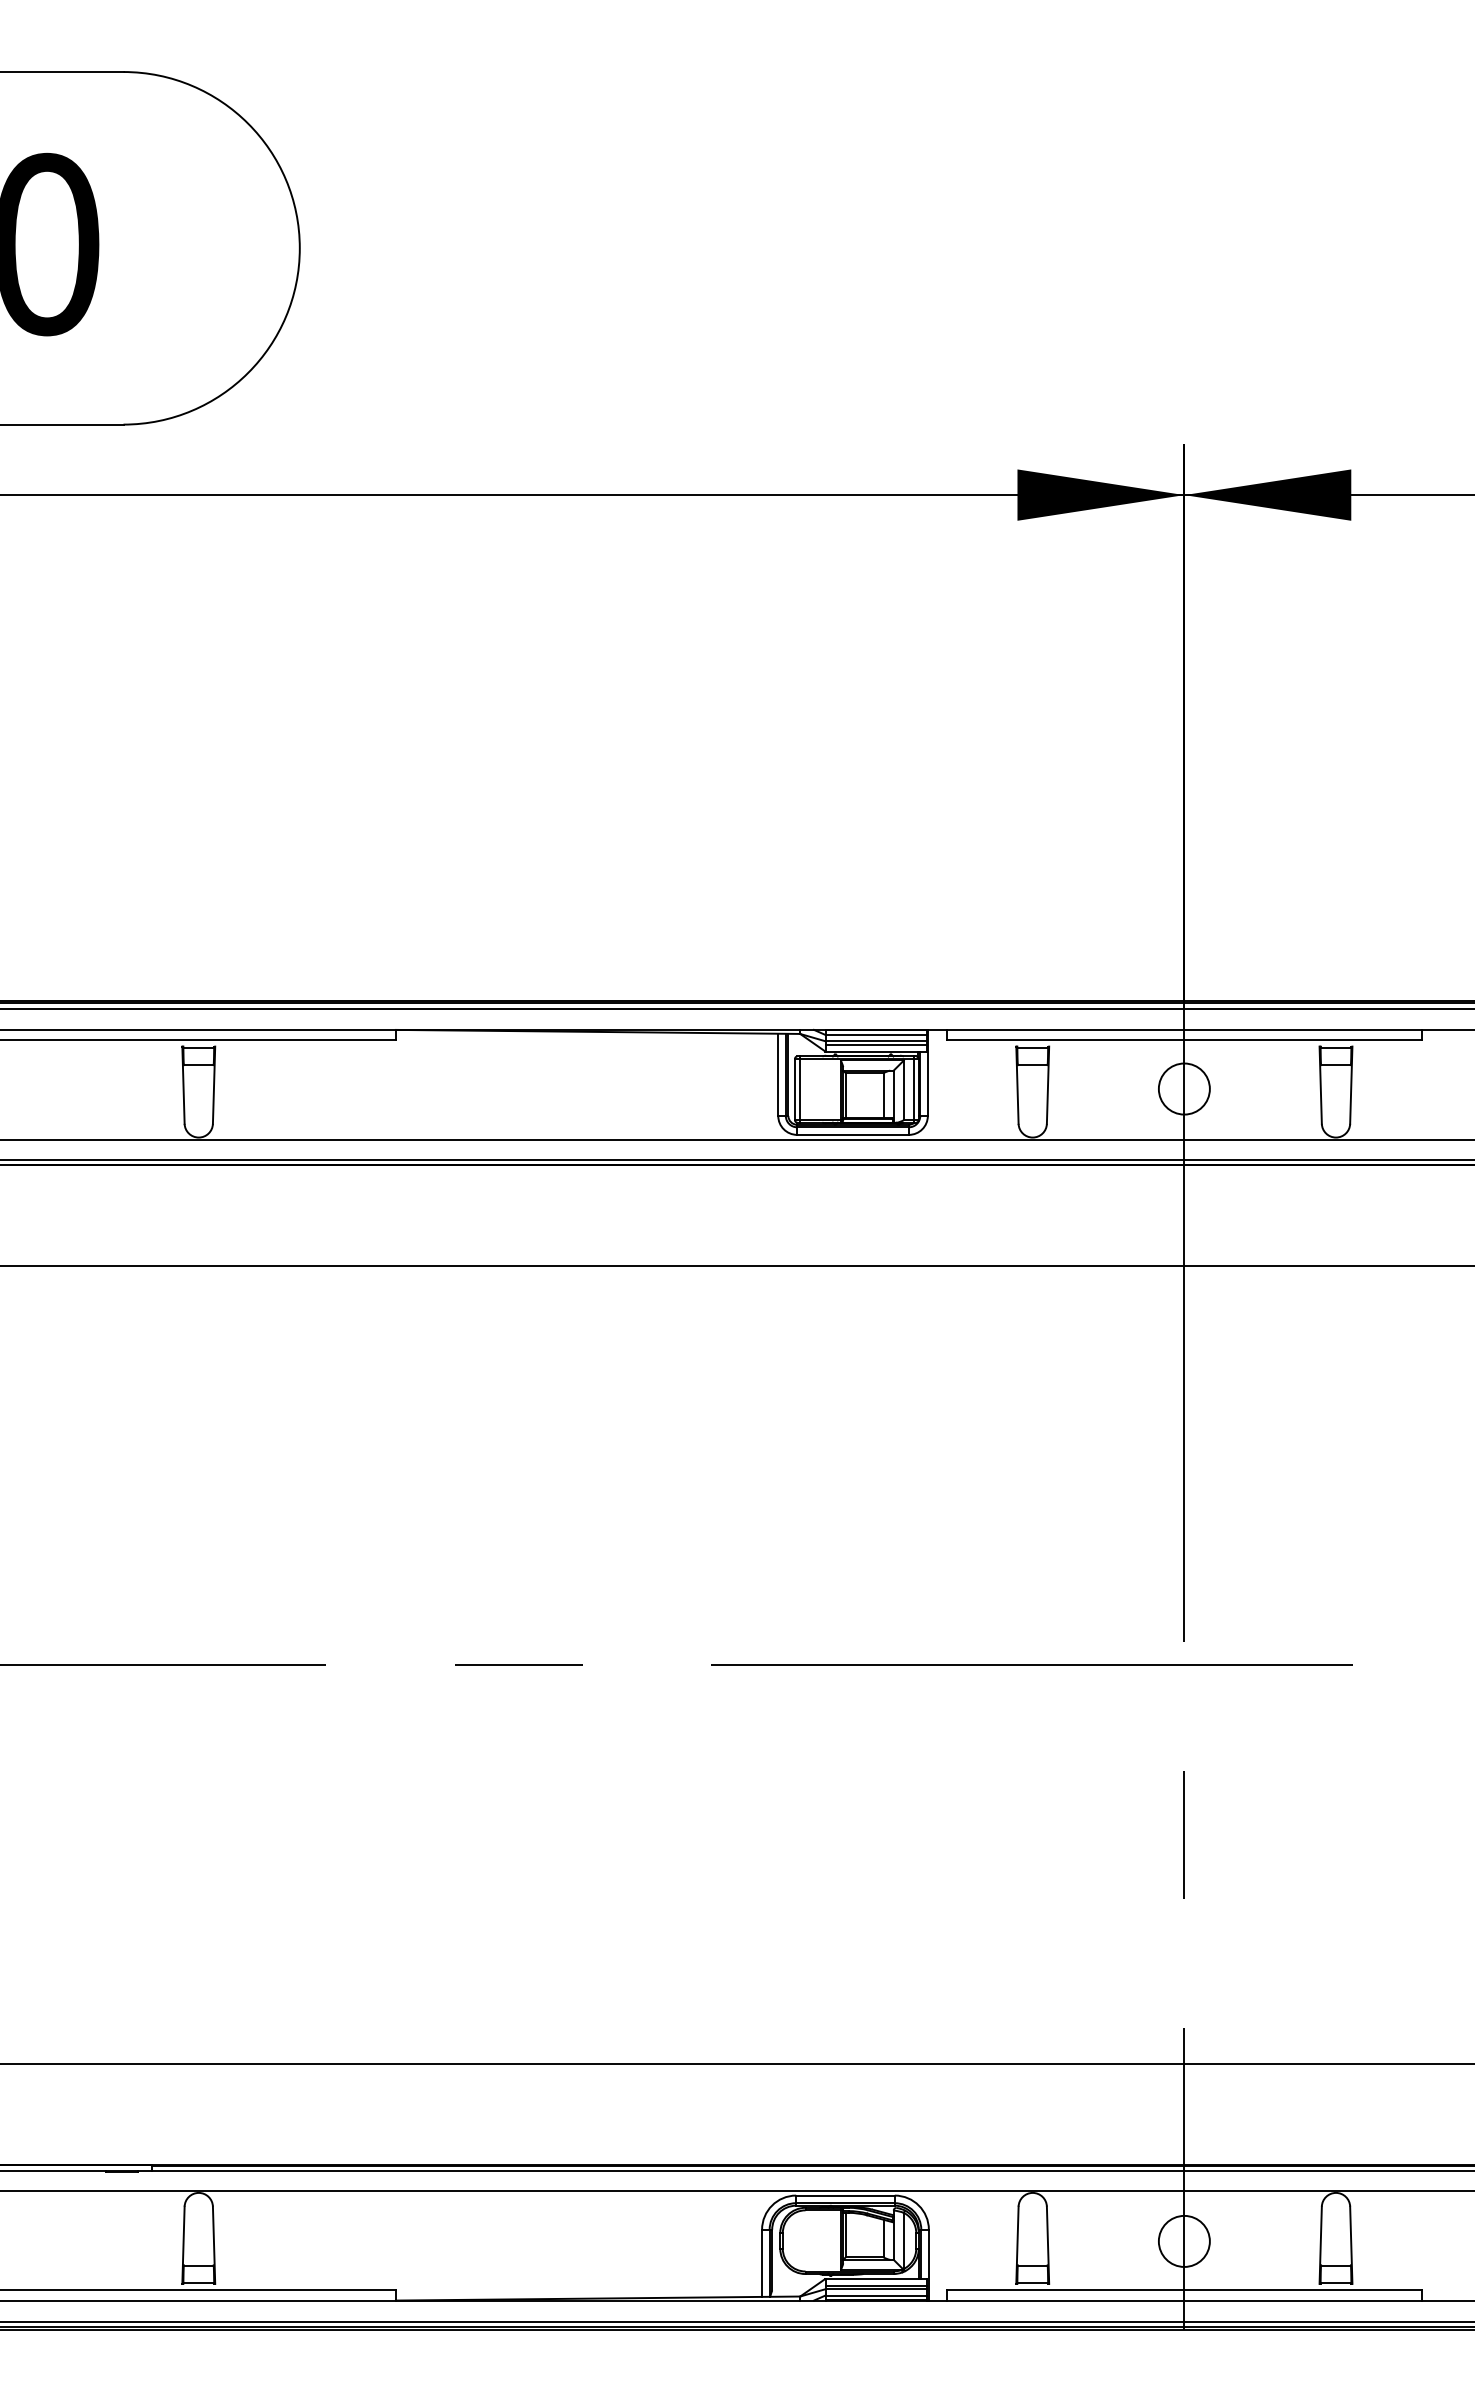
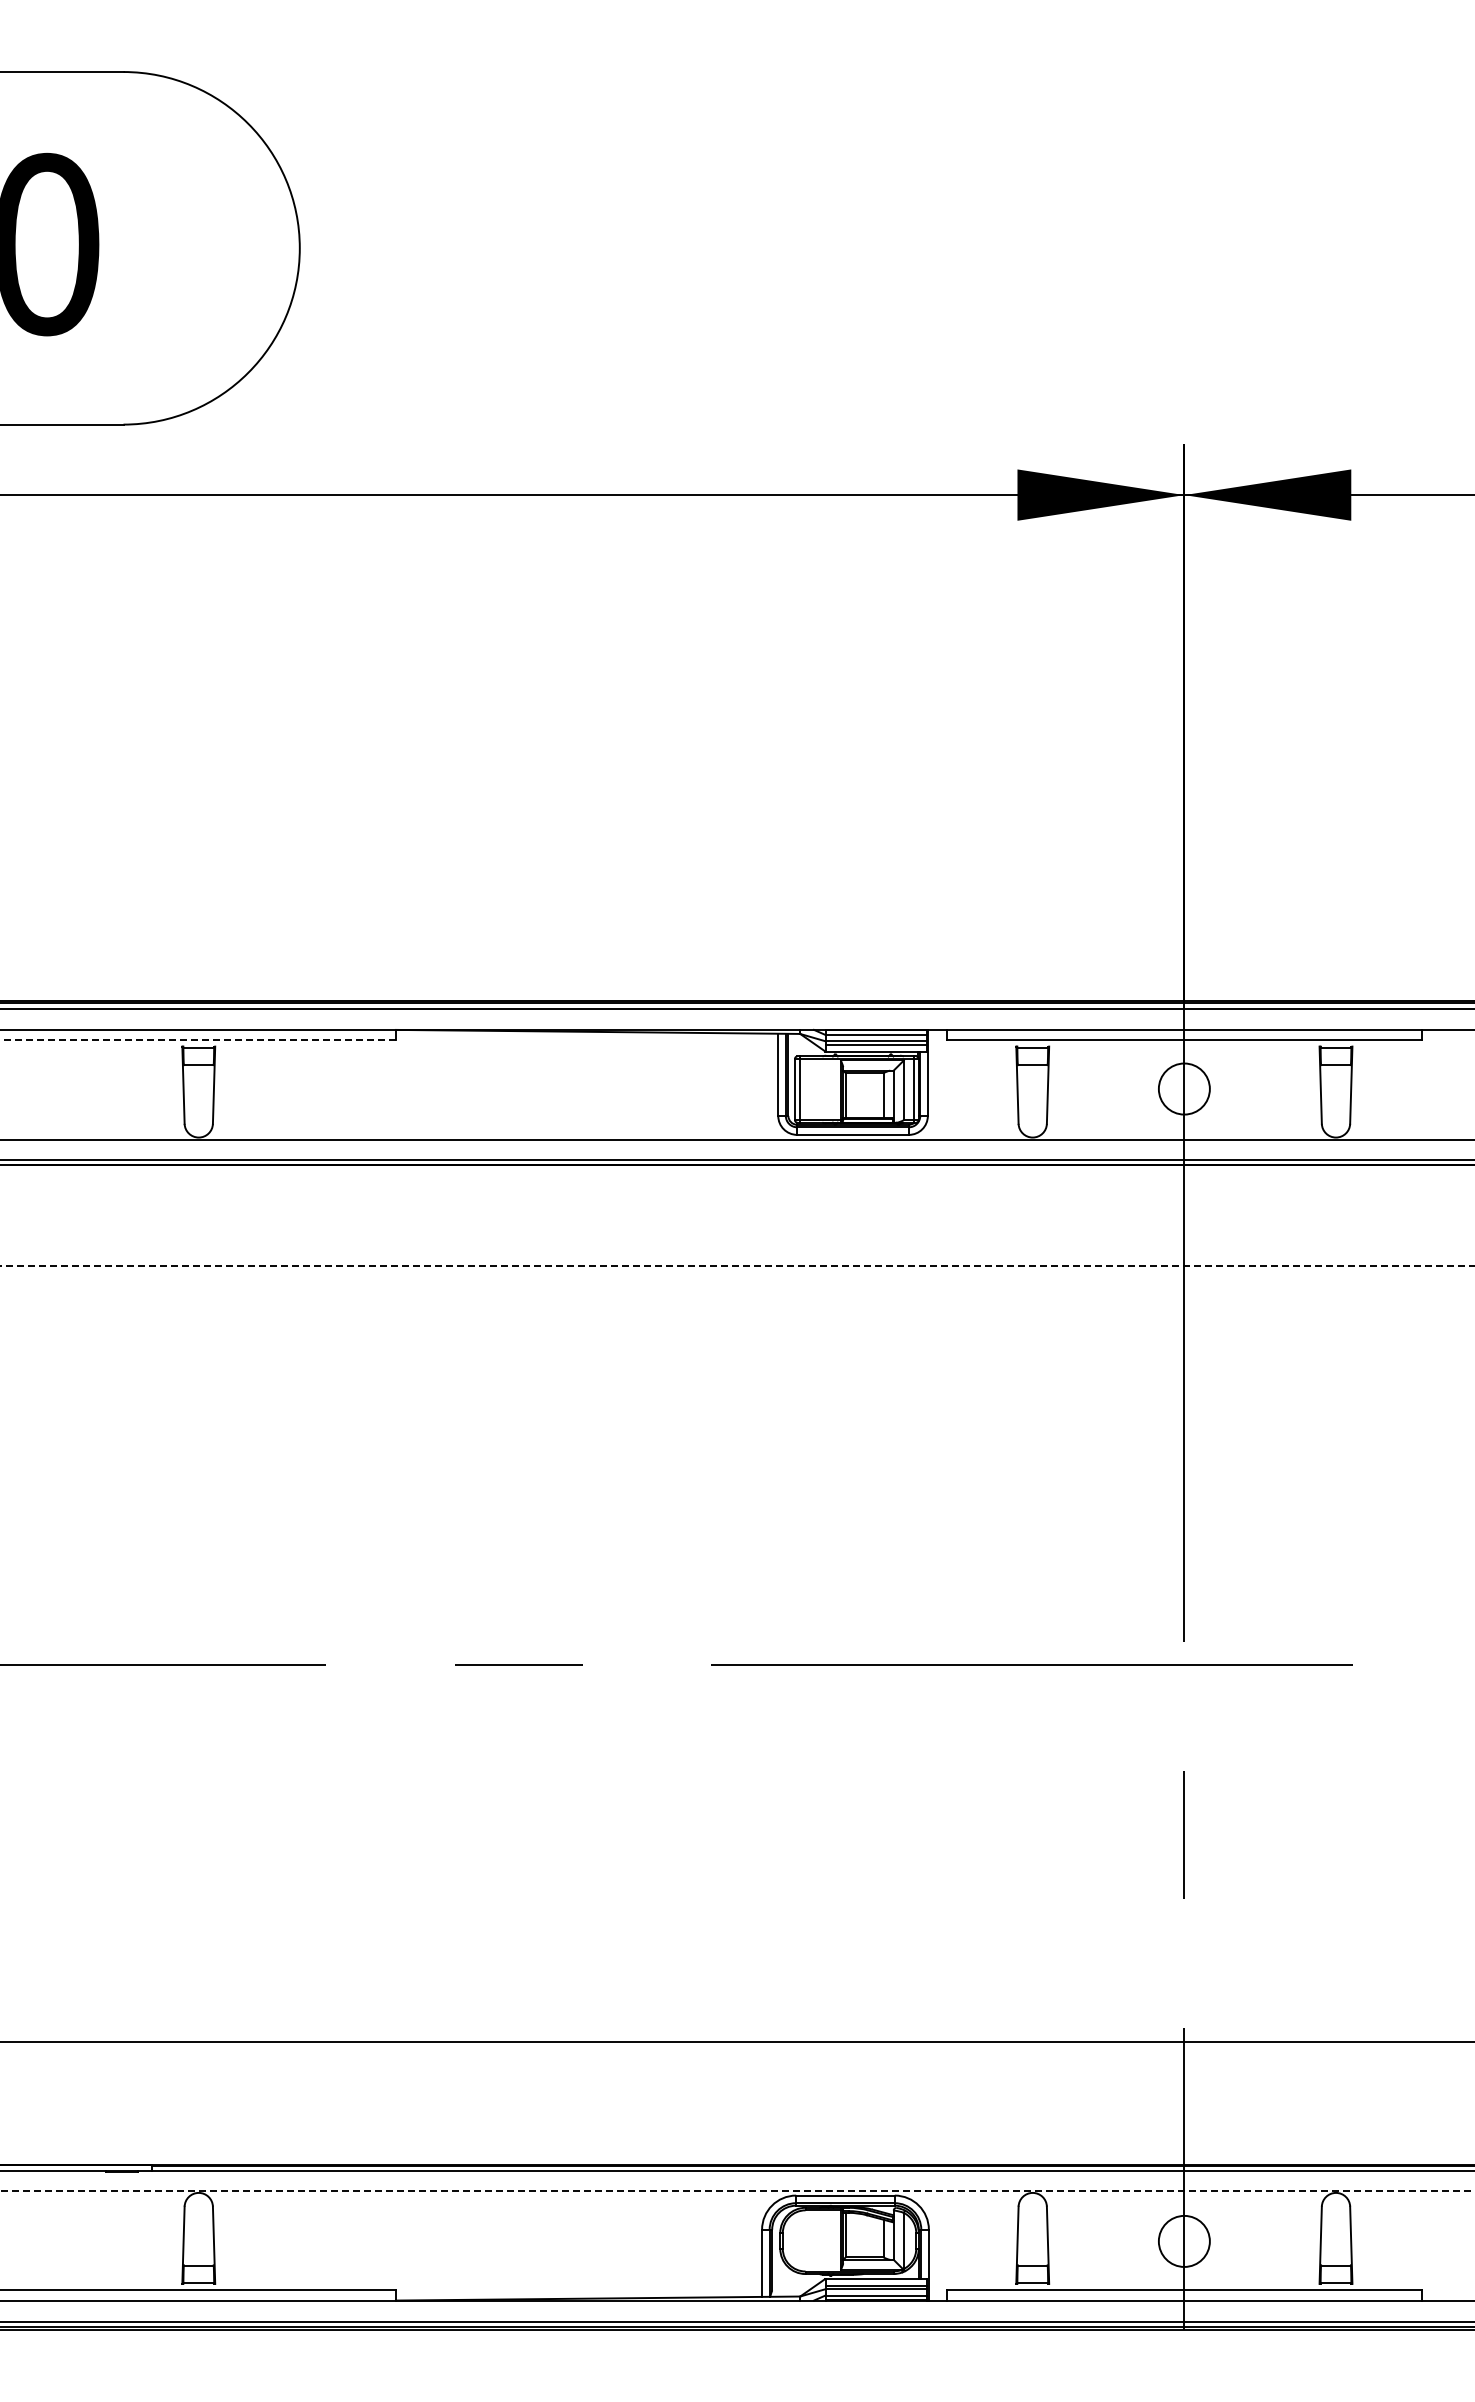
line at (198, 1040): solid -> dashed
line at (737, 1266): solid -> dashed
line at (736, 2064) position: (736, 2064) -> (736, 2042)
line at (737, 2190): solid -> dashed
